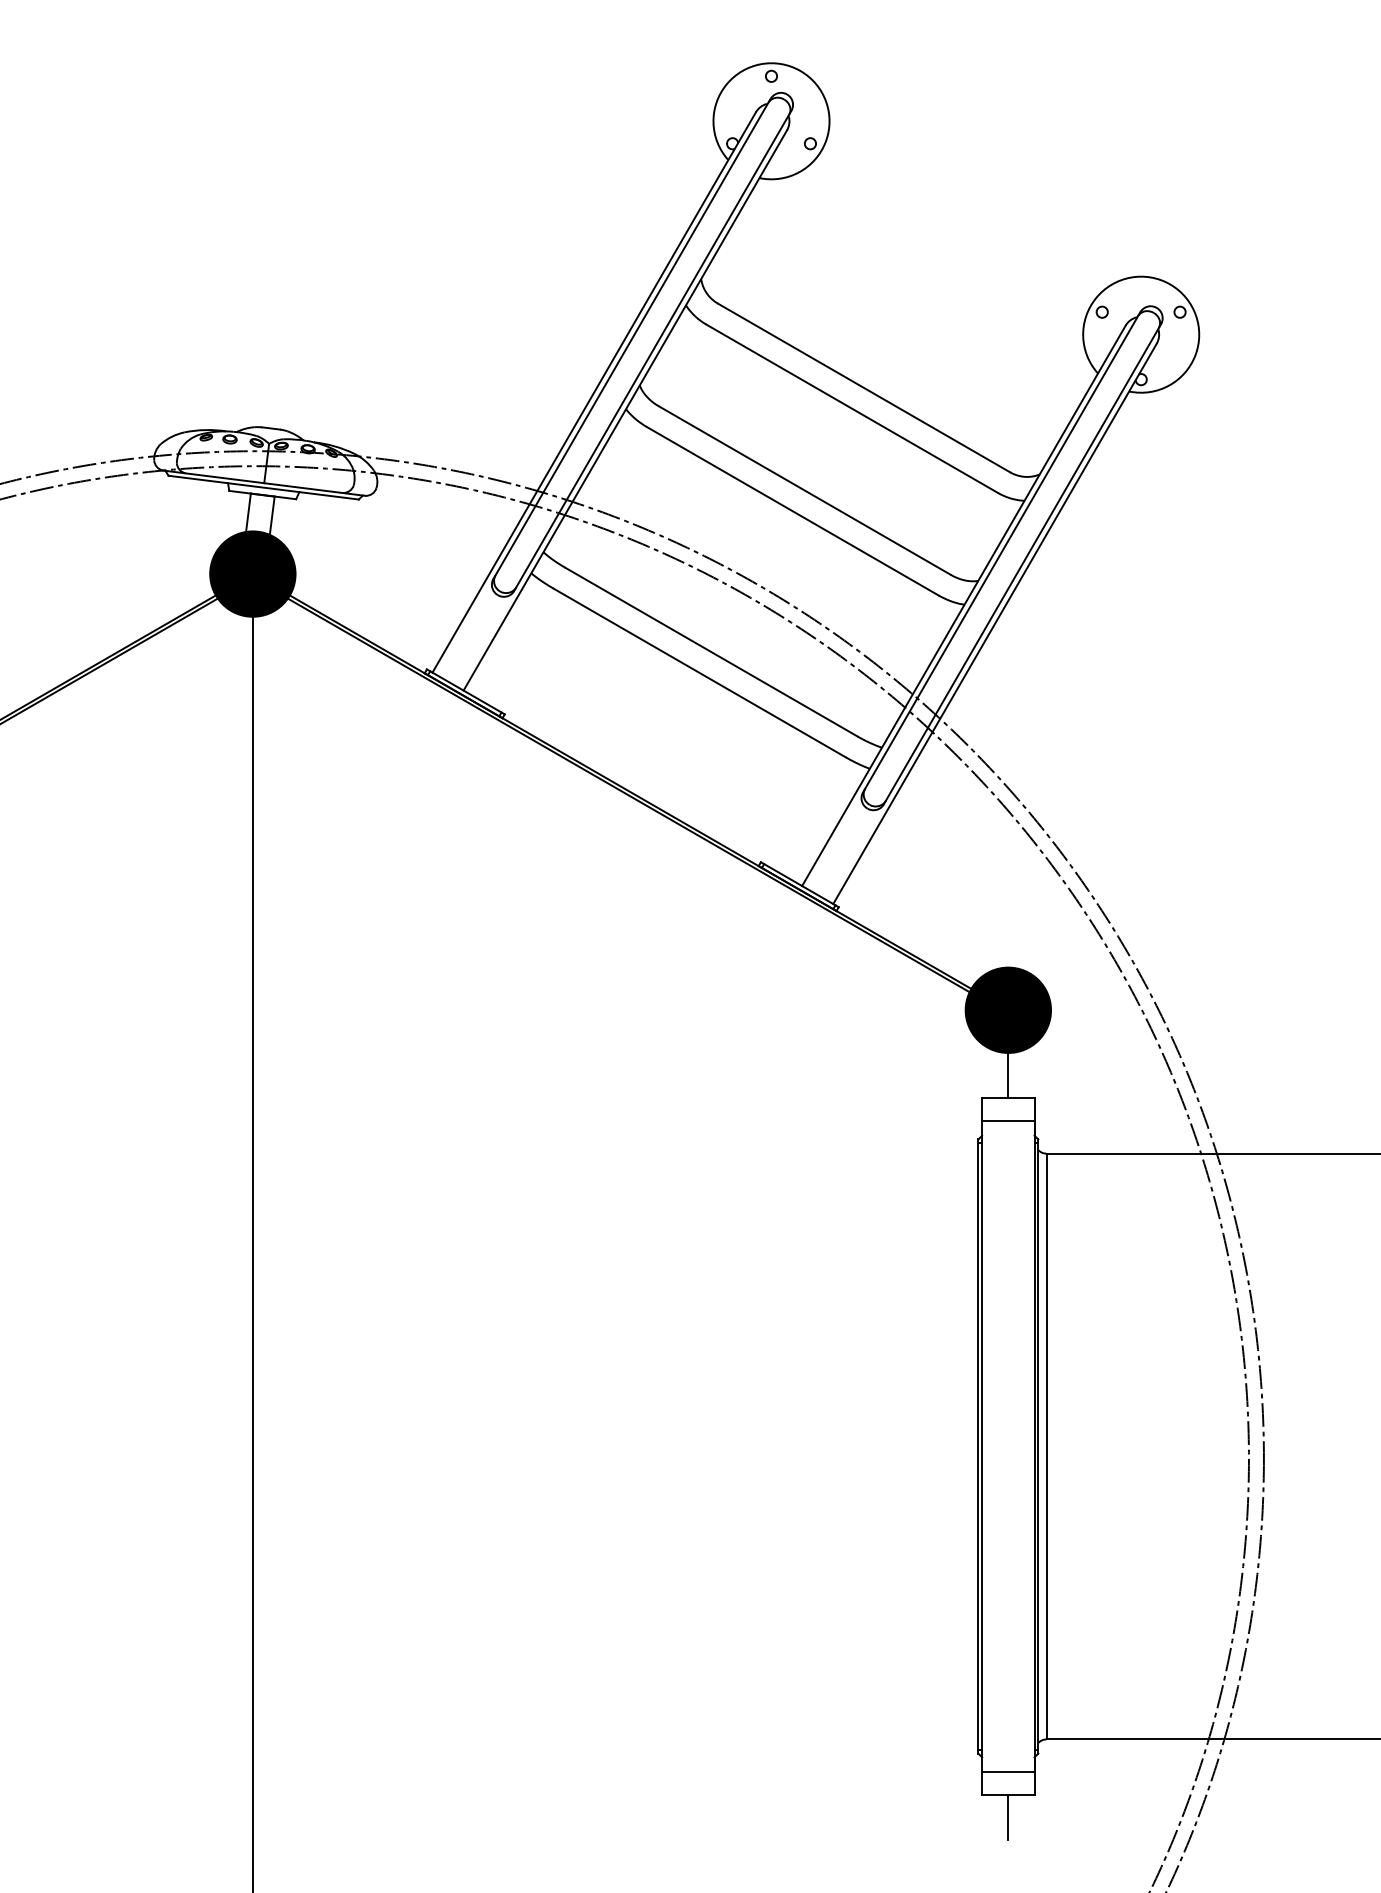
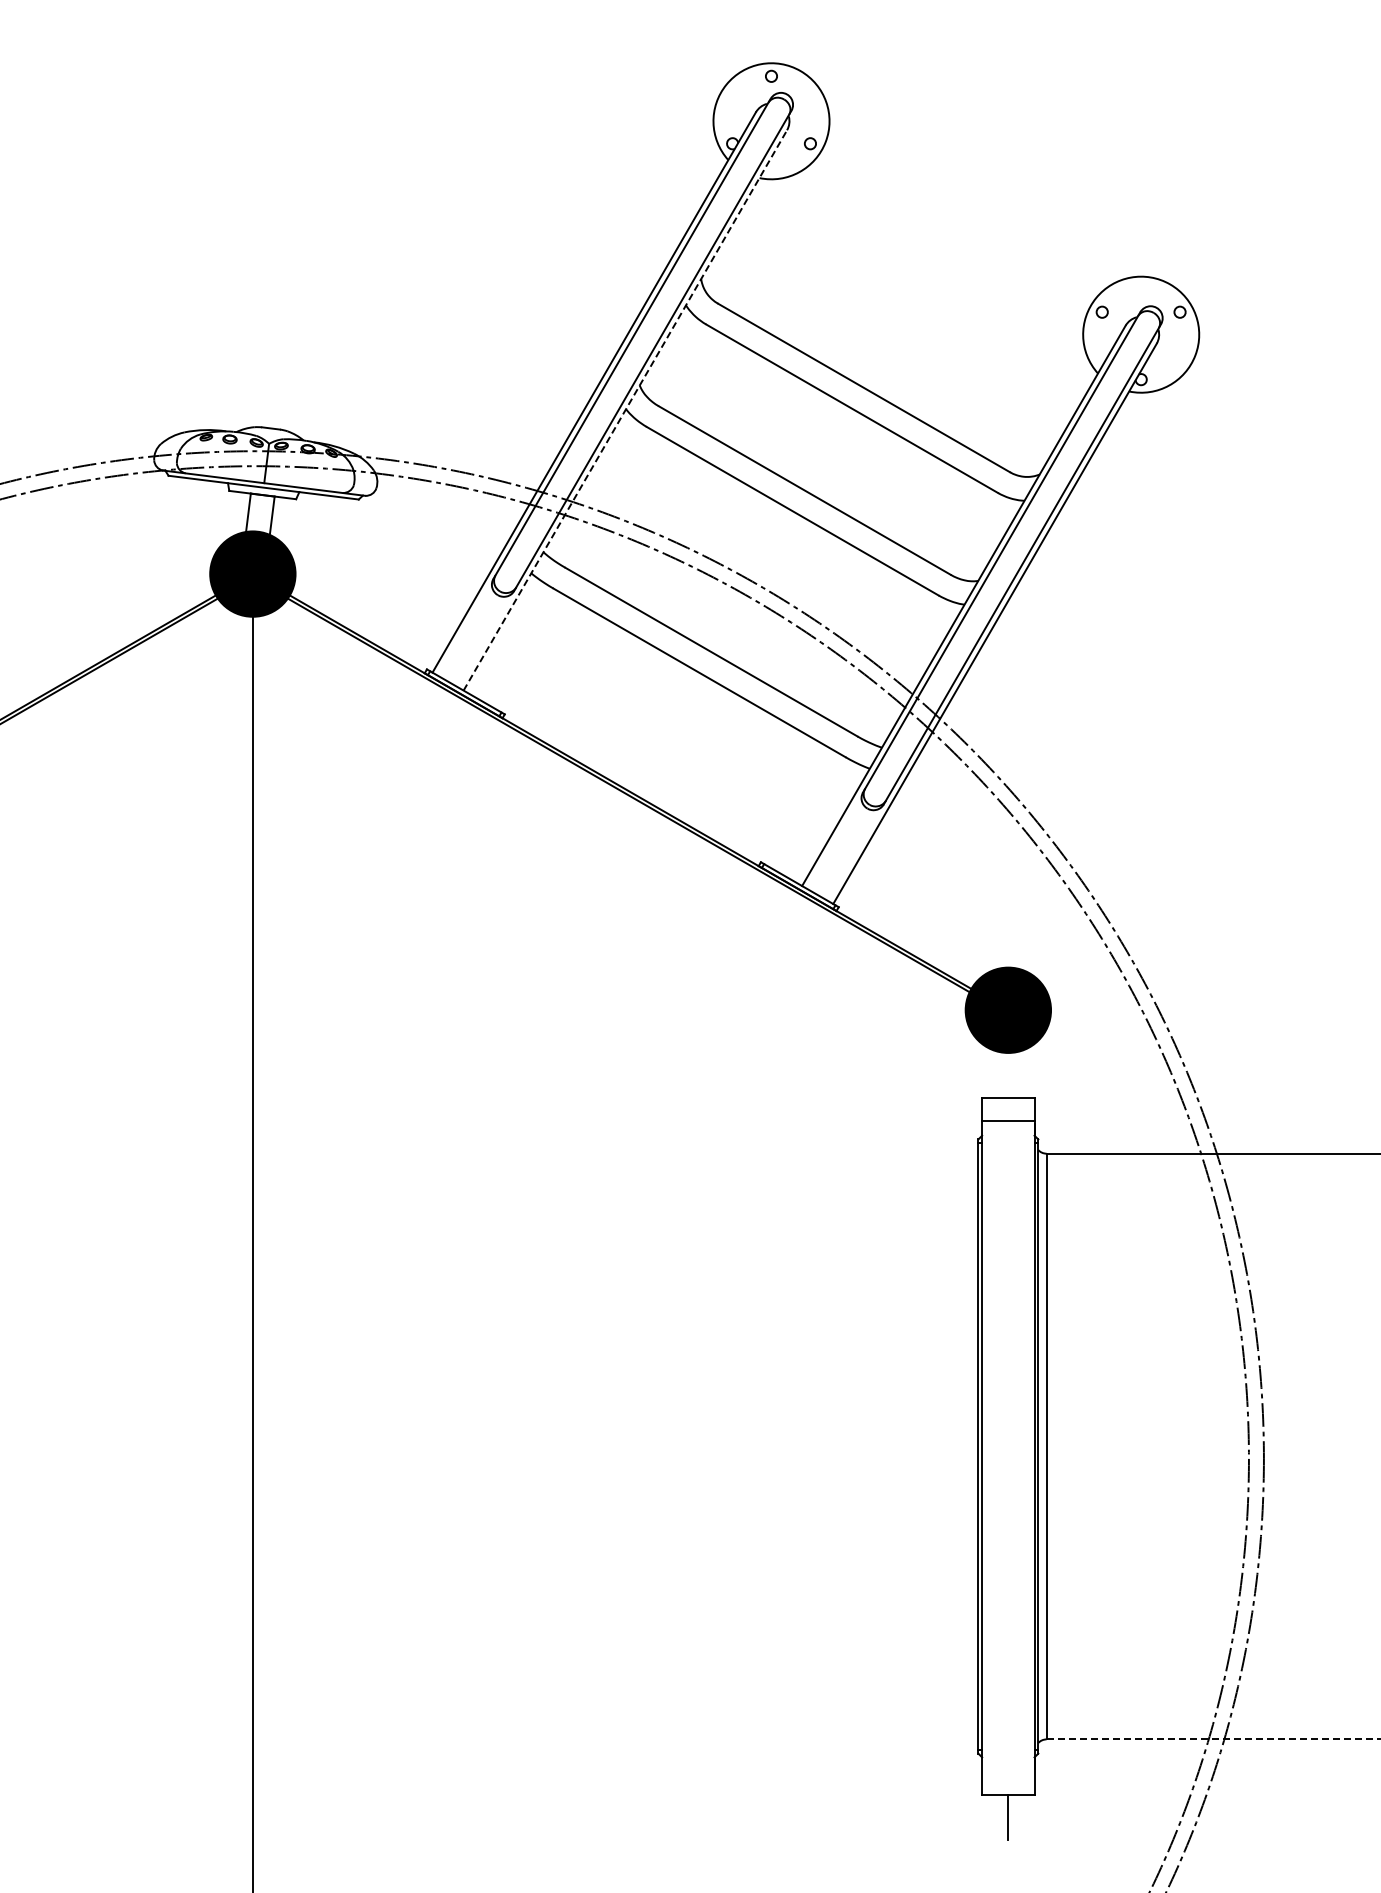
line at (625, 410): solid -> dashed
line at (1008, 1075): present -> none
line at (1213, 1739): solid -> dashed
line at (1008, 1772): present -> none
